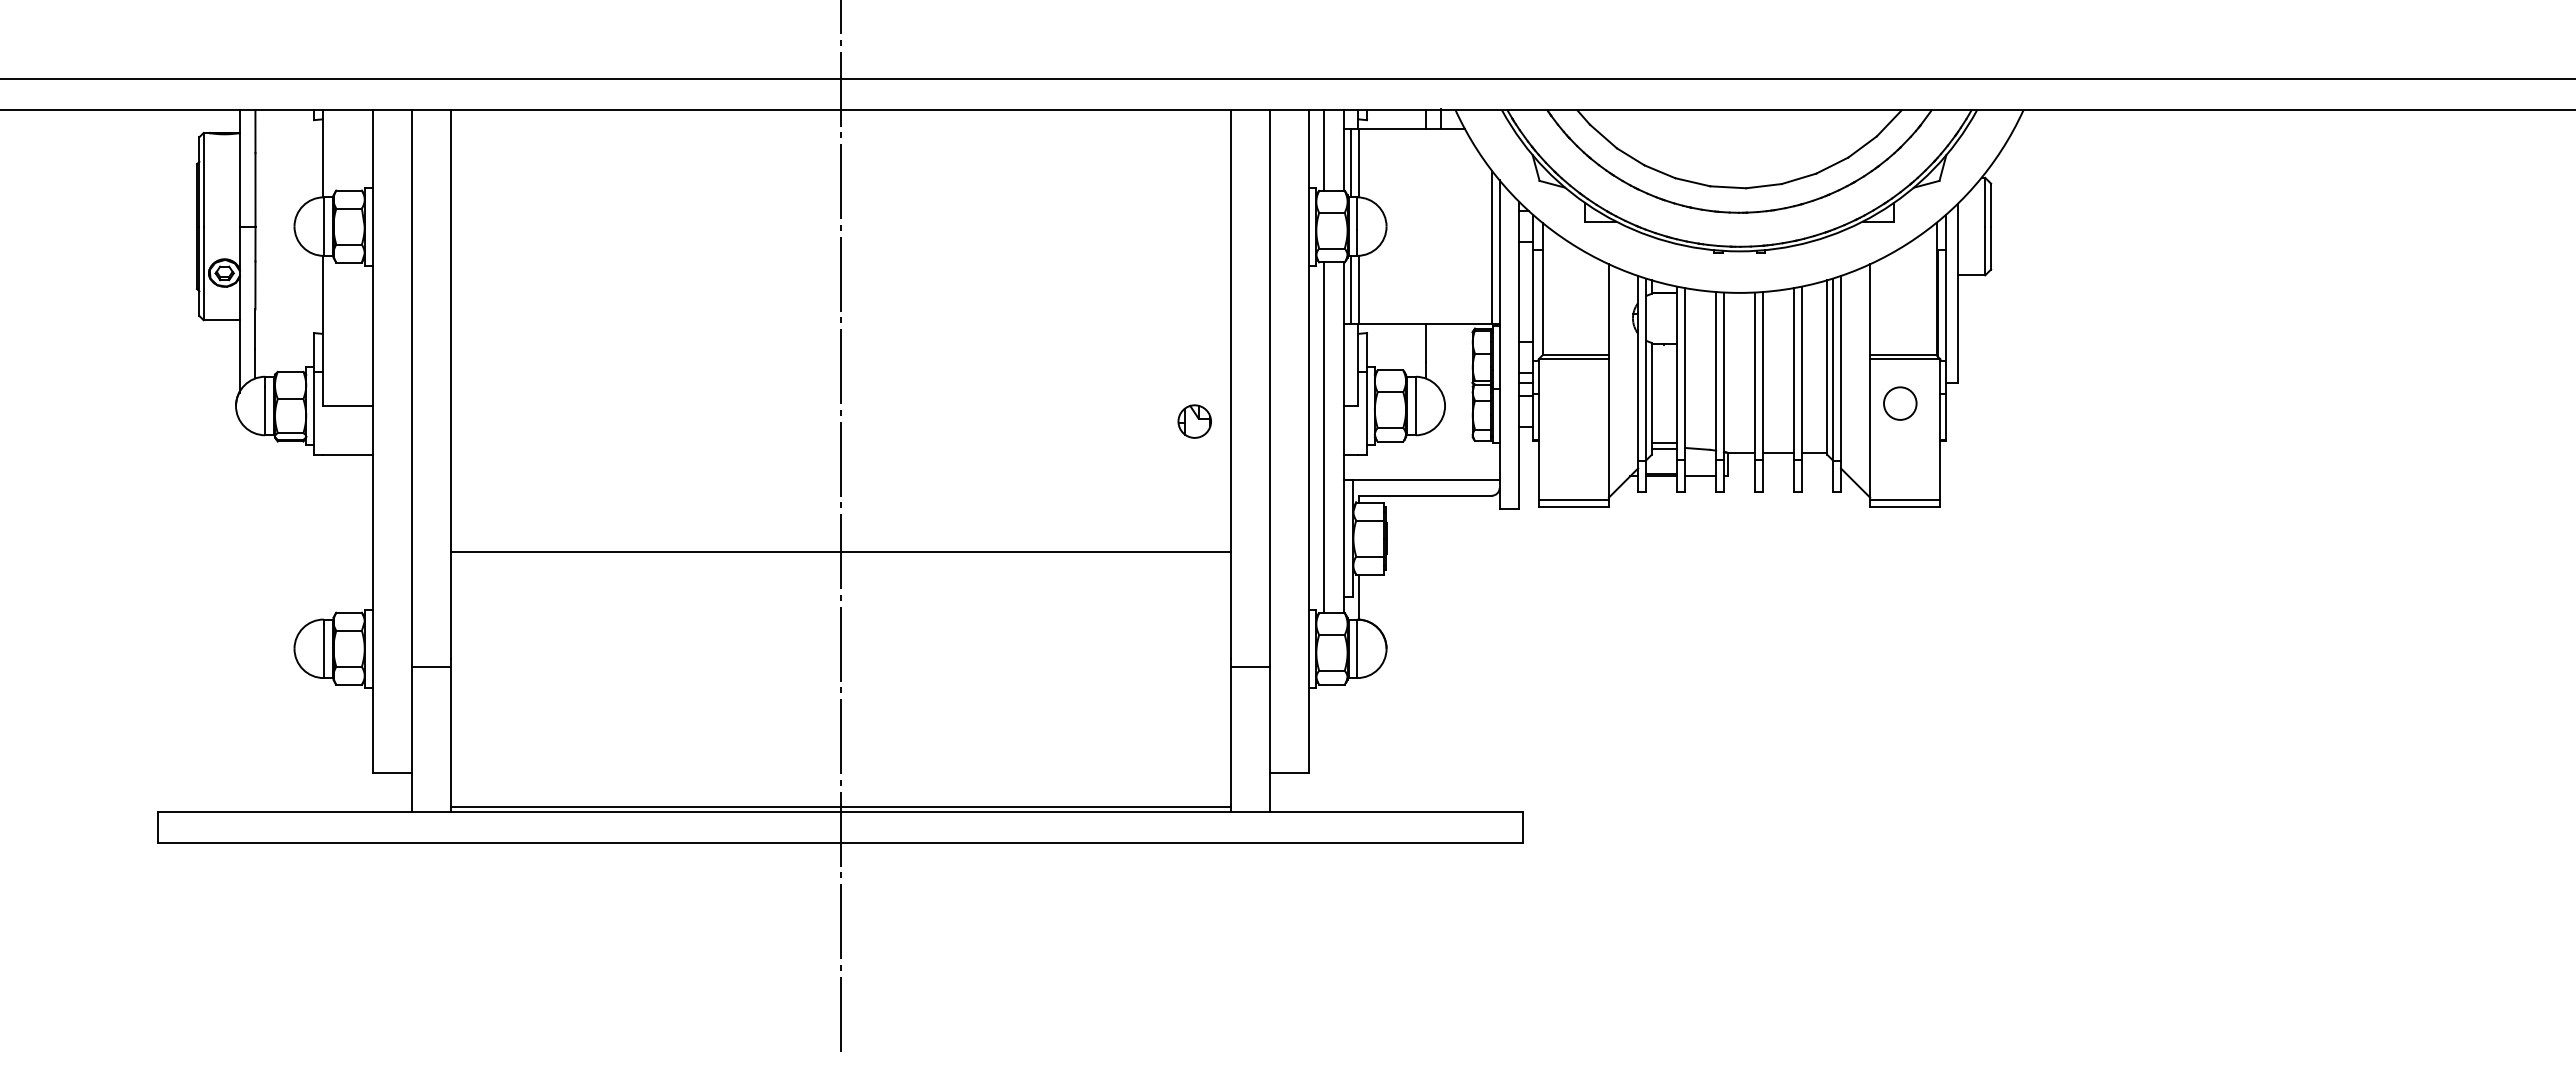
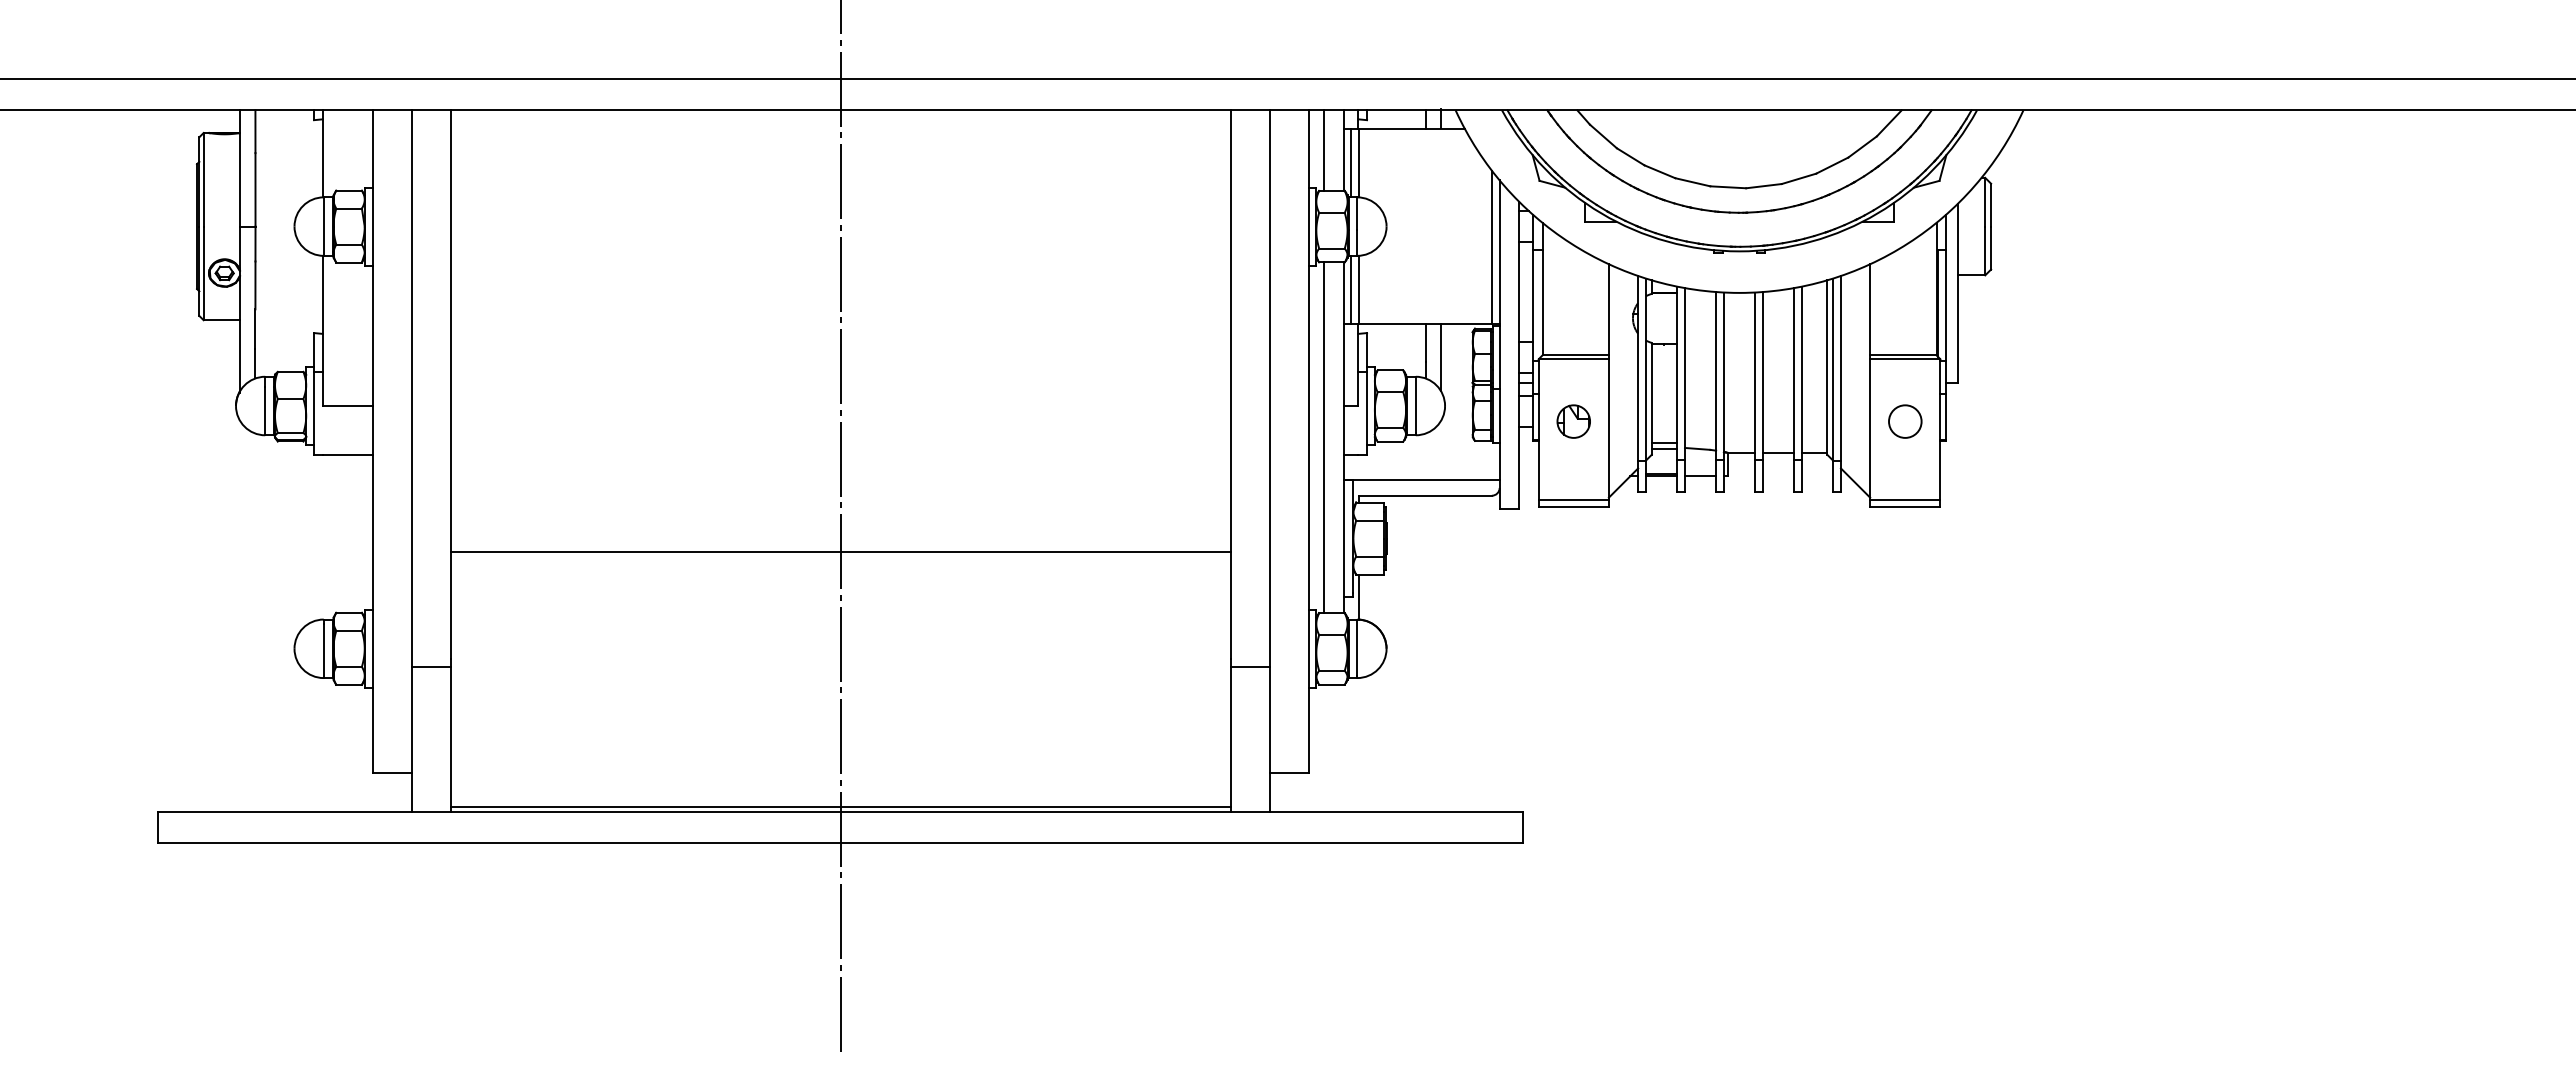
line at (1441, 357): none -> present
circle at (1900, 403) position: (1900, 403) -> (1905, 421)
part at (1194, 421) position: (1194, 421) -> (1573, 421)
